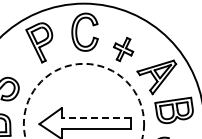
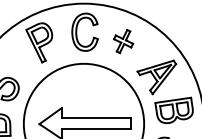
part at (123, 49) position: (123, 49) -> (123, 41)
circle at (83, 100): dashed -> solid
line at (96, 118): dashed -> solid
